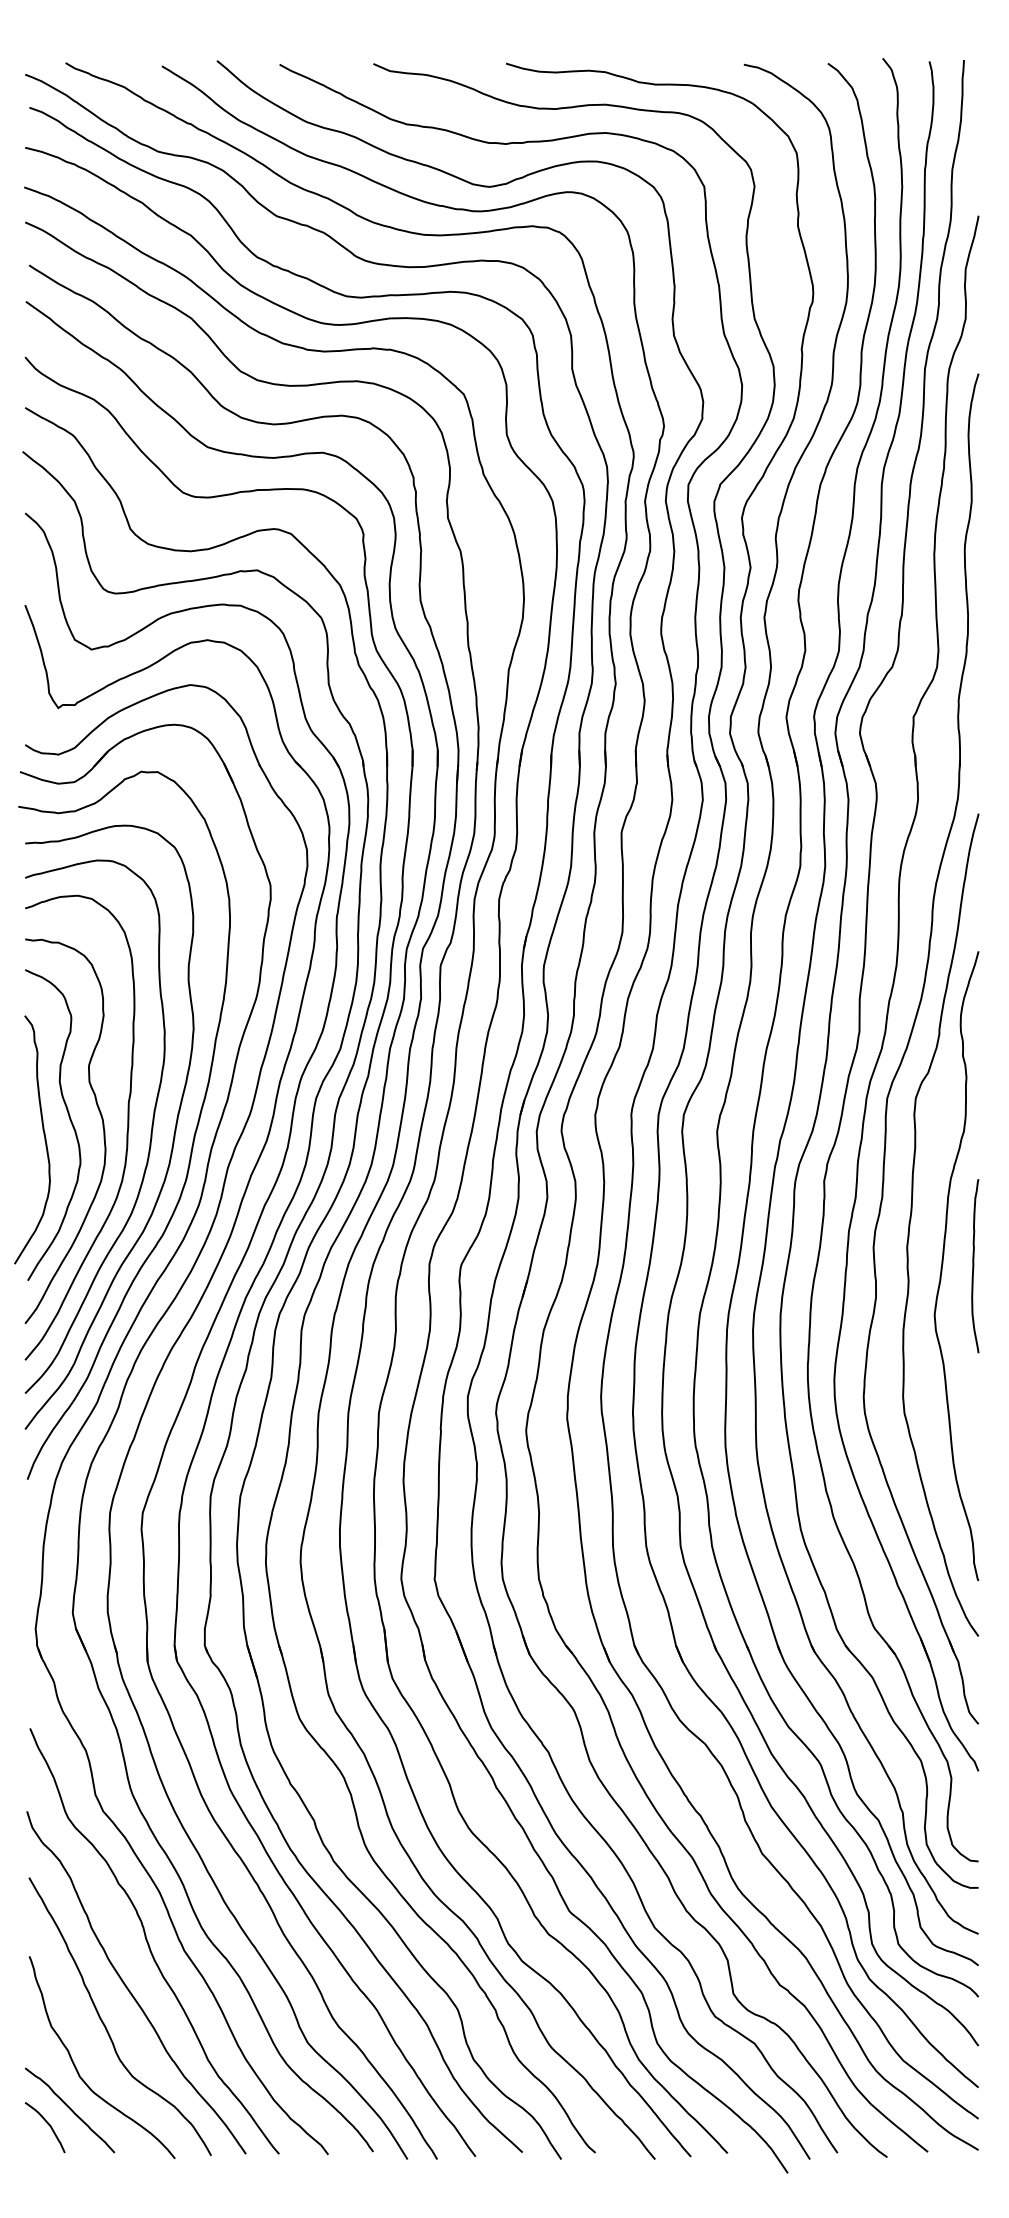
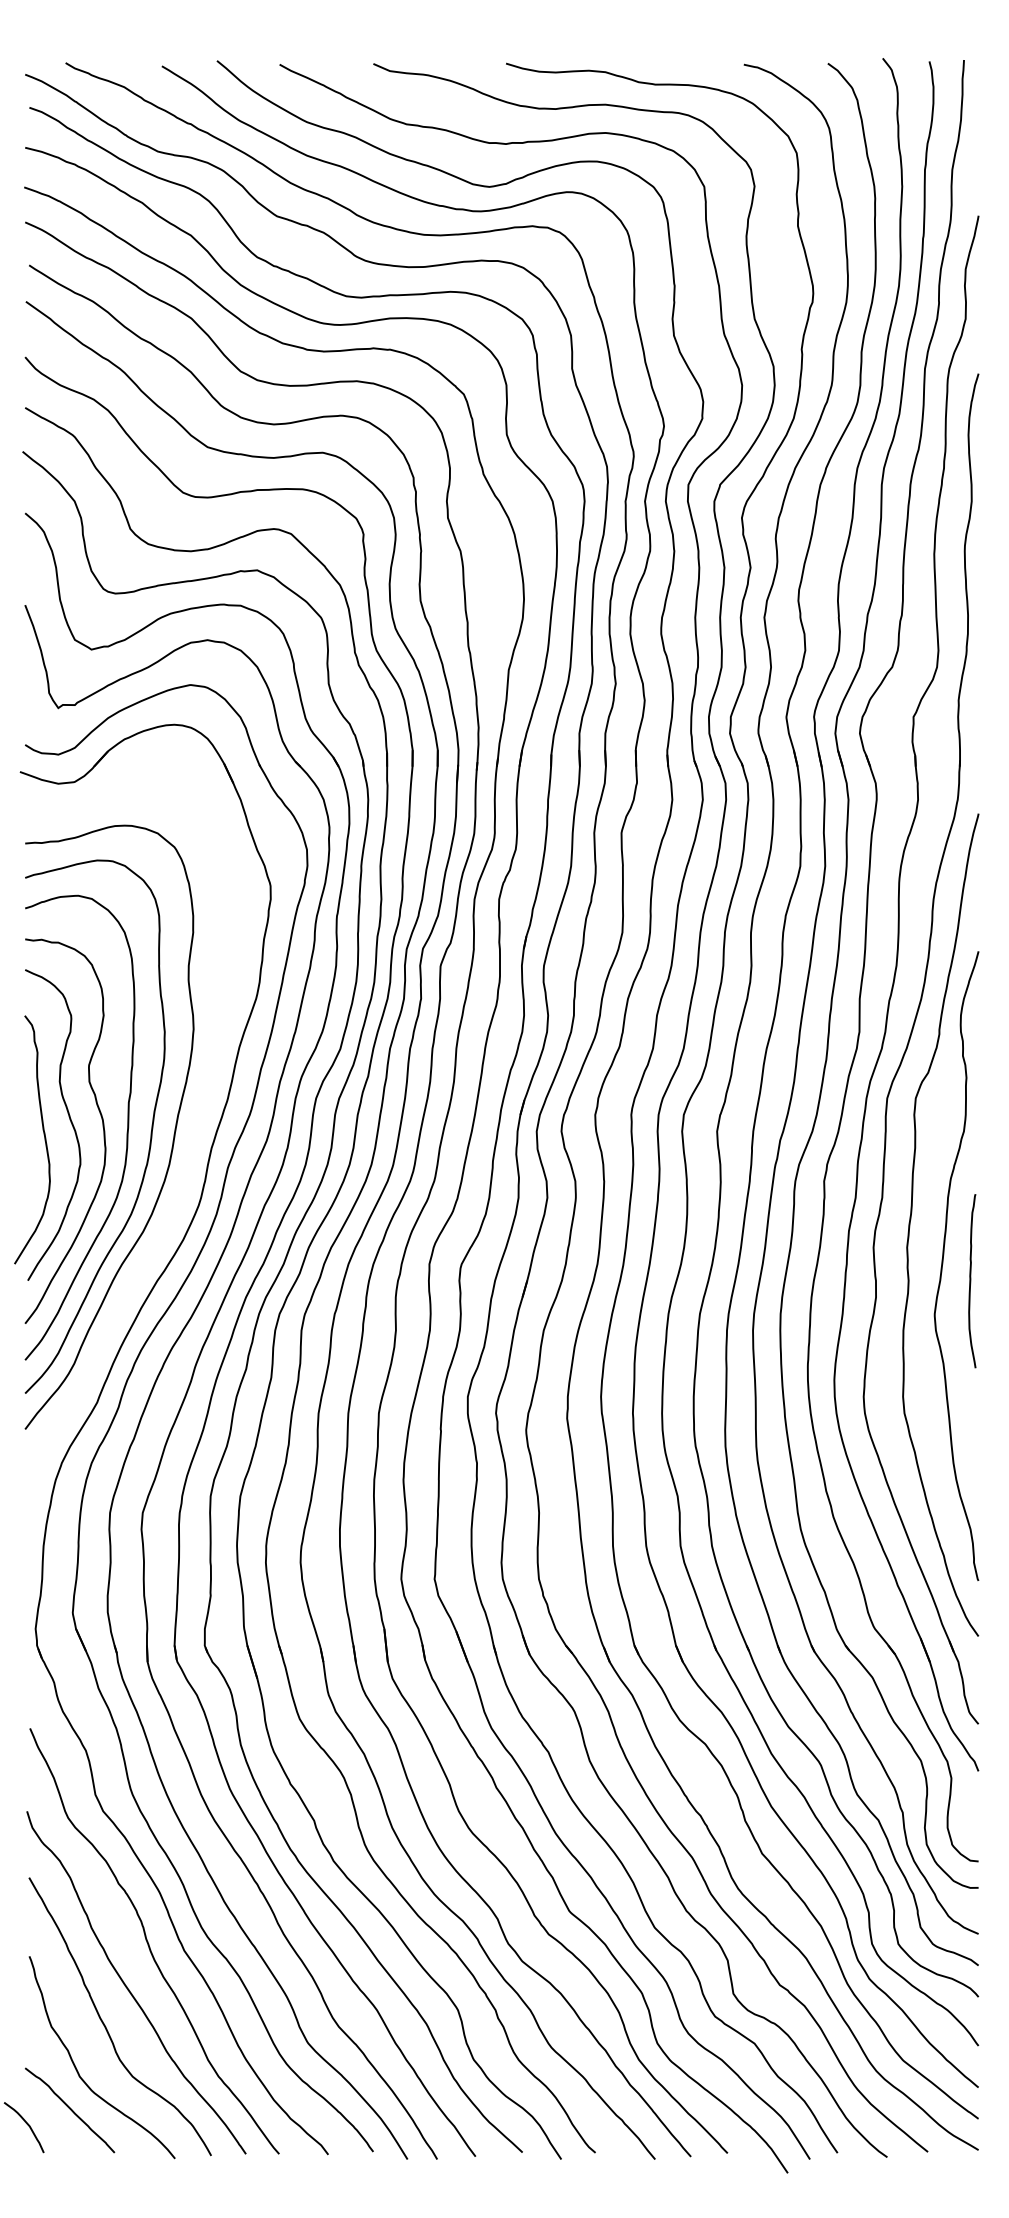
curve at (192, 1140): present -> none
curve at (974, 1266) position: (974, 1266) -> (971, 1281)
curve at (47, 2124) position: (47, 2124) -> (26, 2124)
